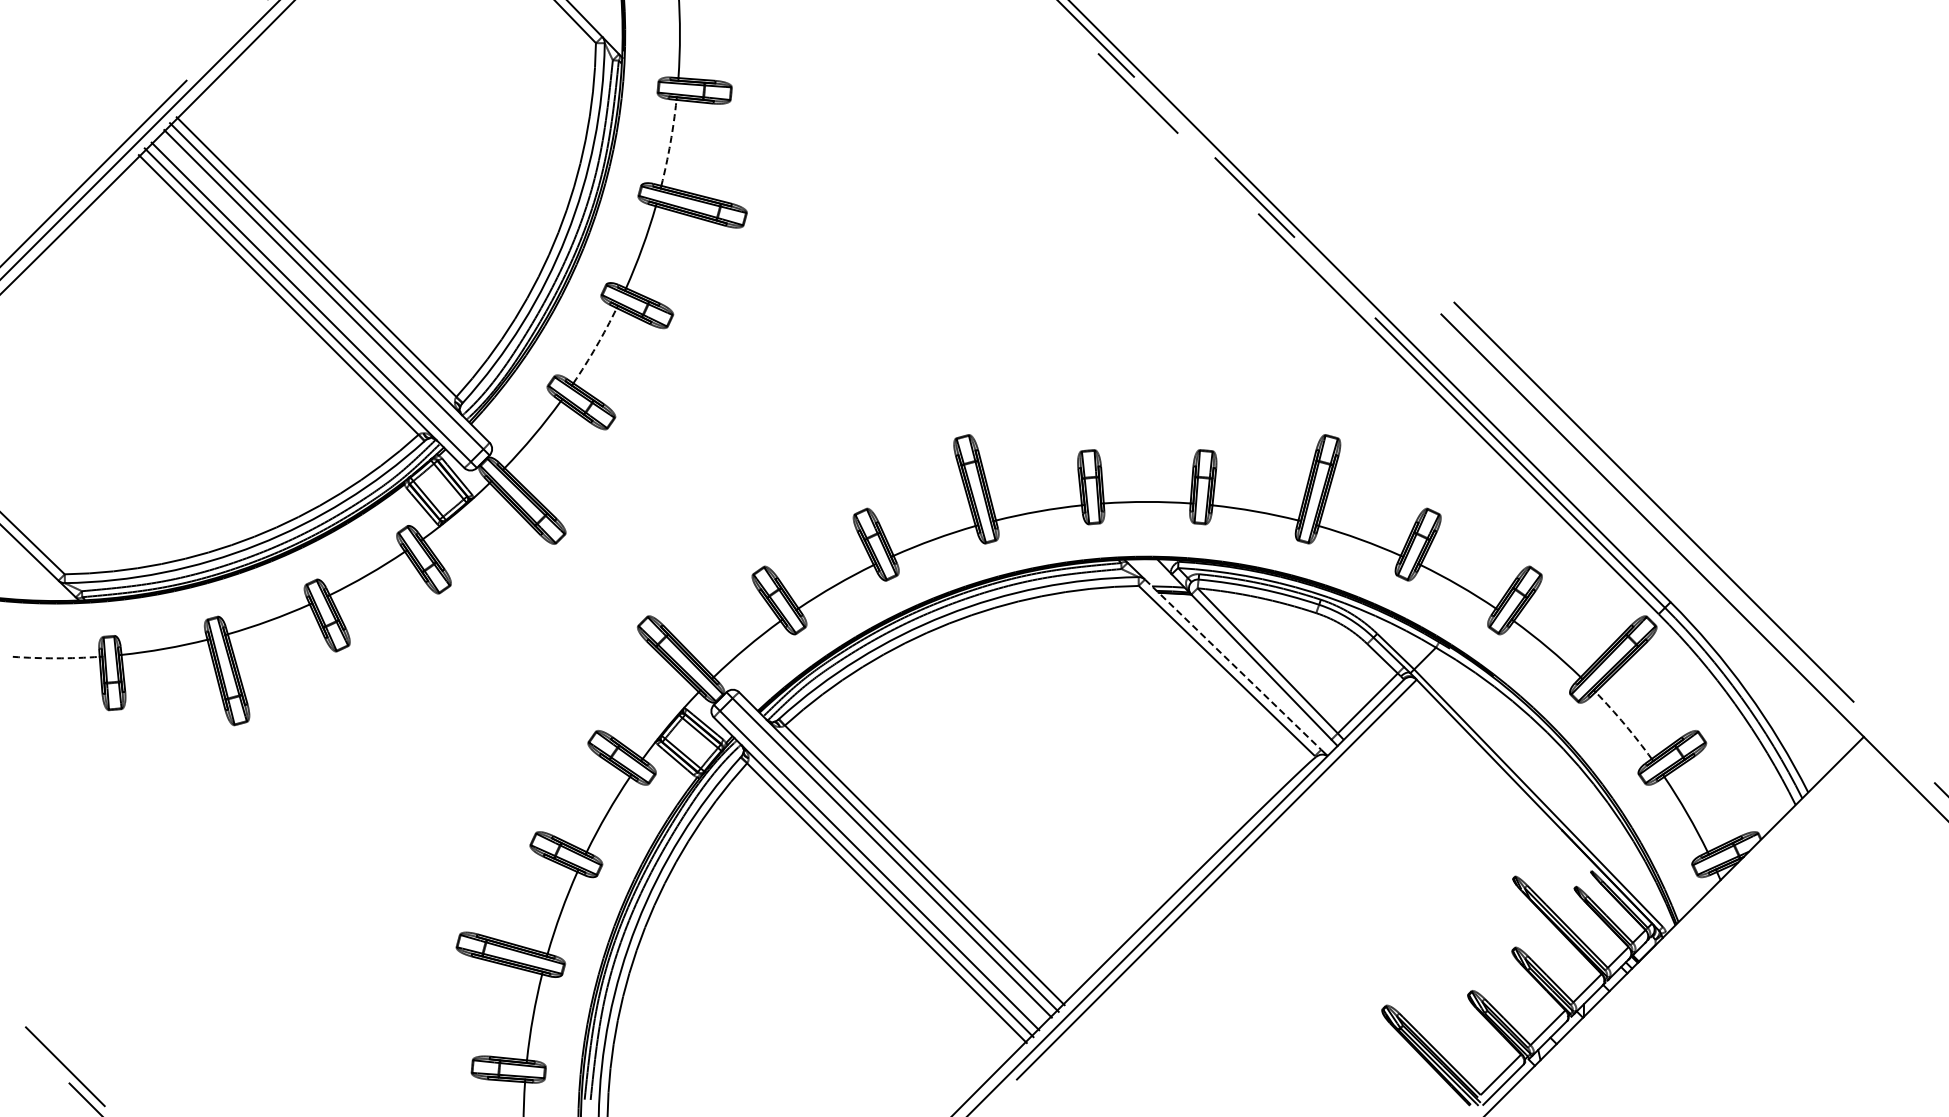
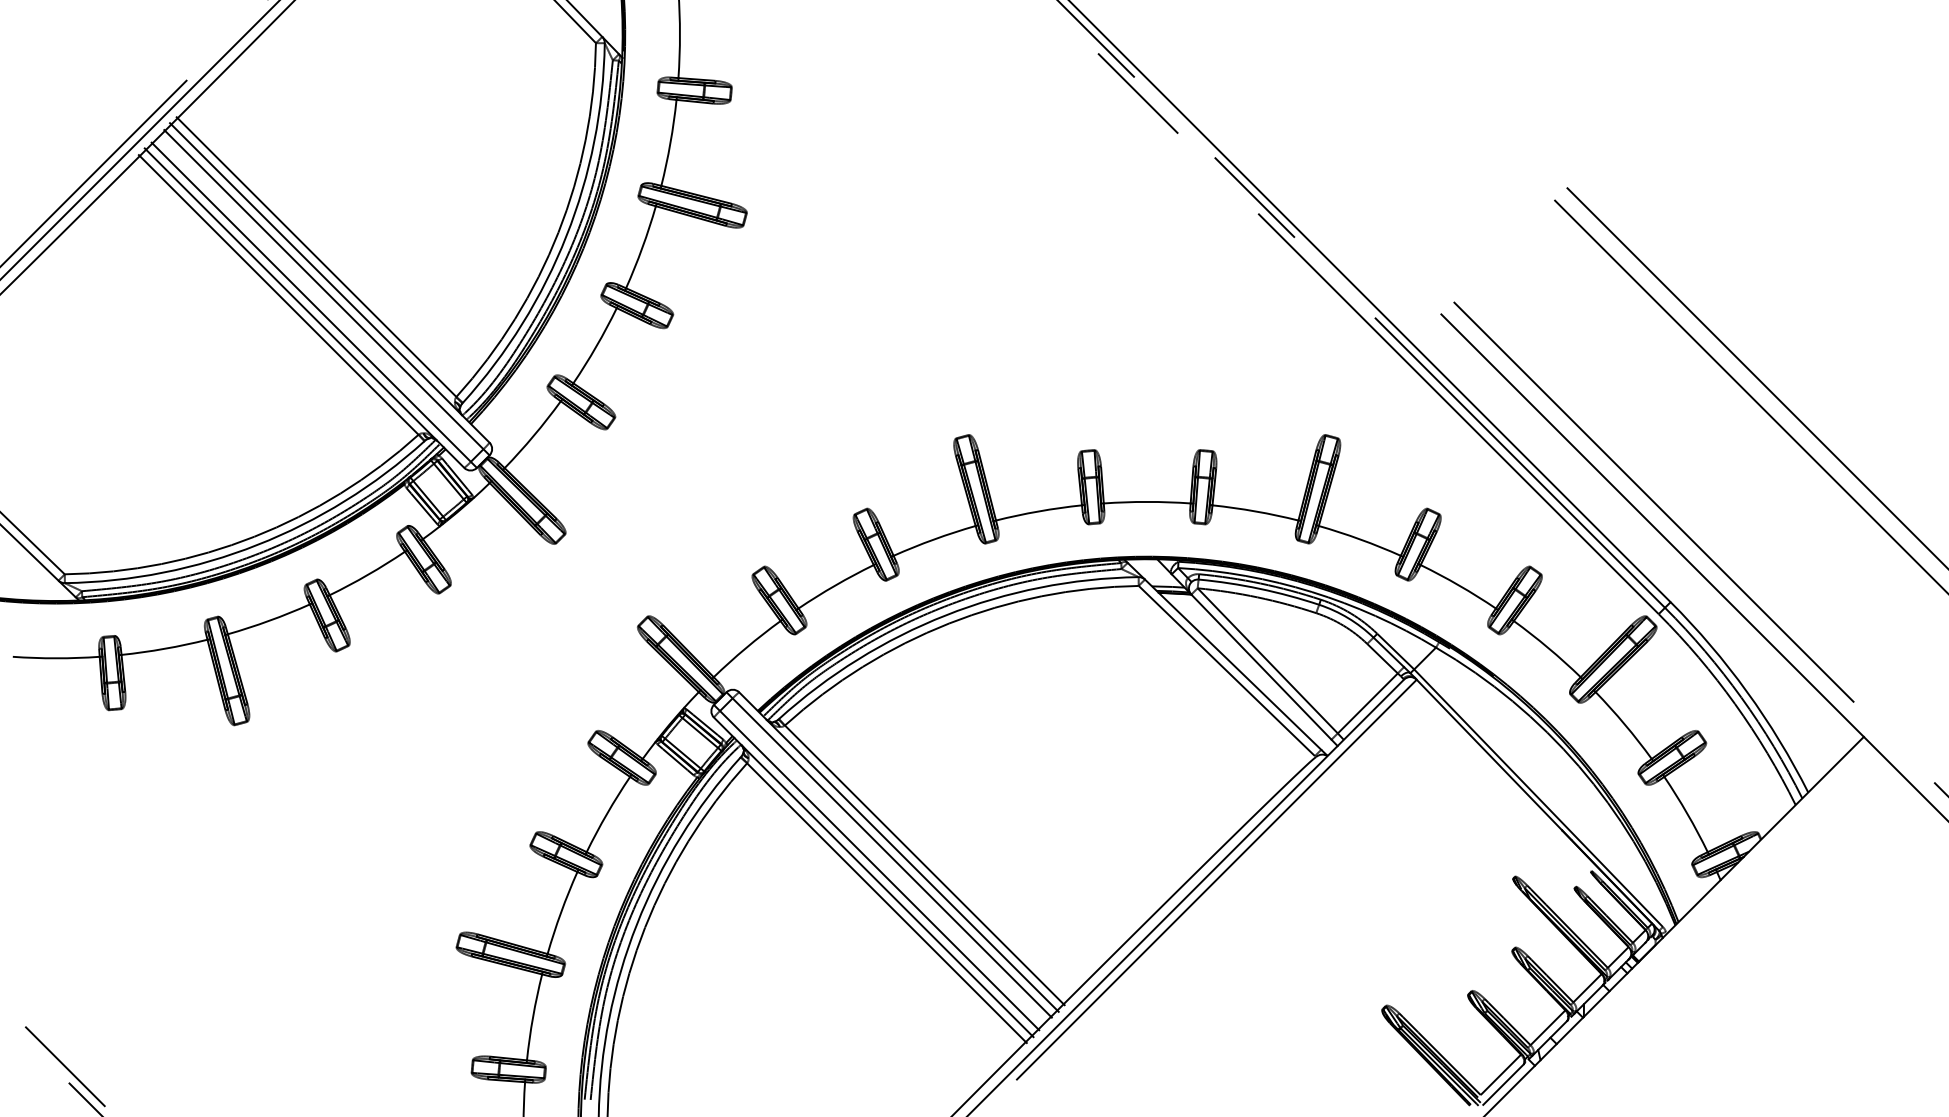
arc at (670, 143): dashed -> solid
arc at (596, 346): dashed -> solid
line at (1756, 377): none -> present
line at (1750, 395): none -> present
arc at (56, 658): dashed -> solid
line at (1233, 664): dashed -> solid
arc at (1624, 724): dashed -> solid
